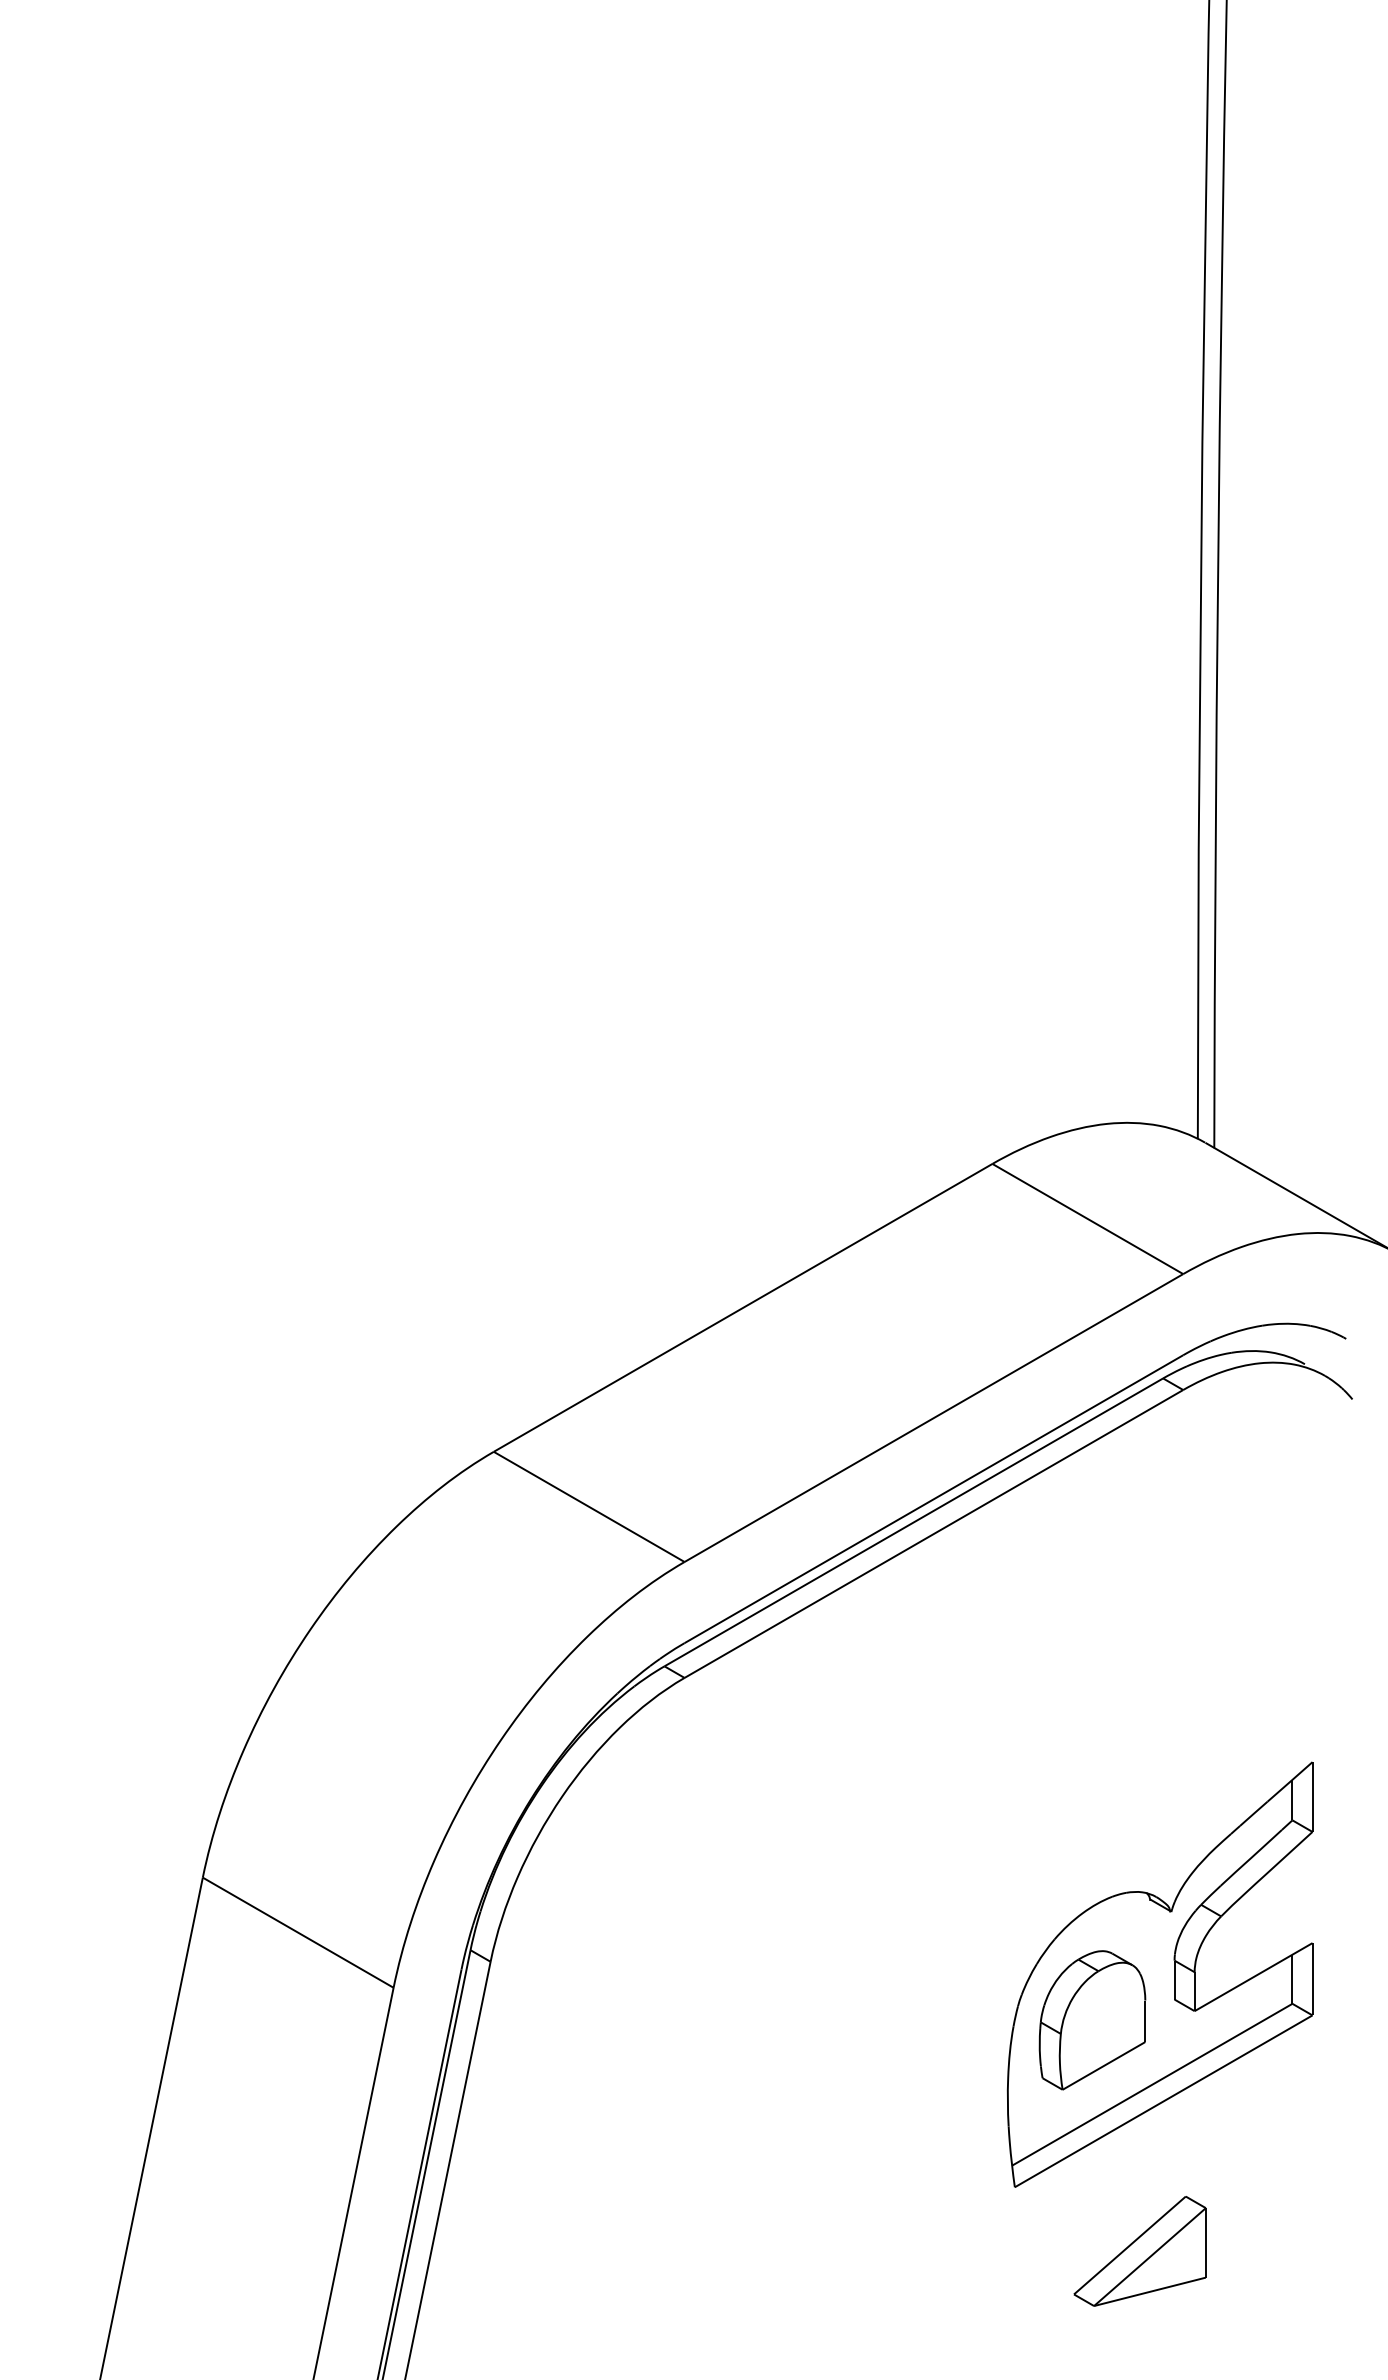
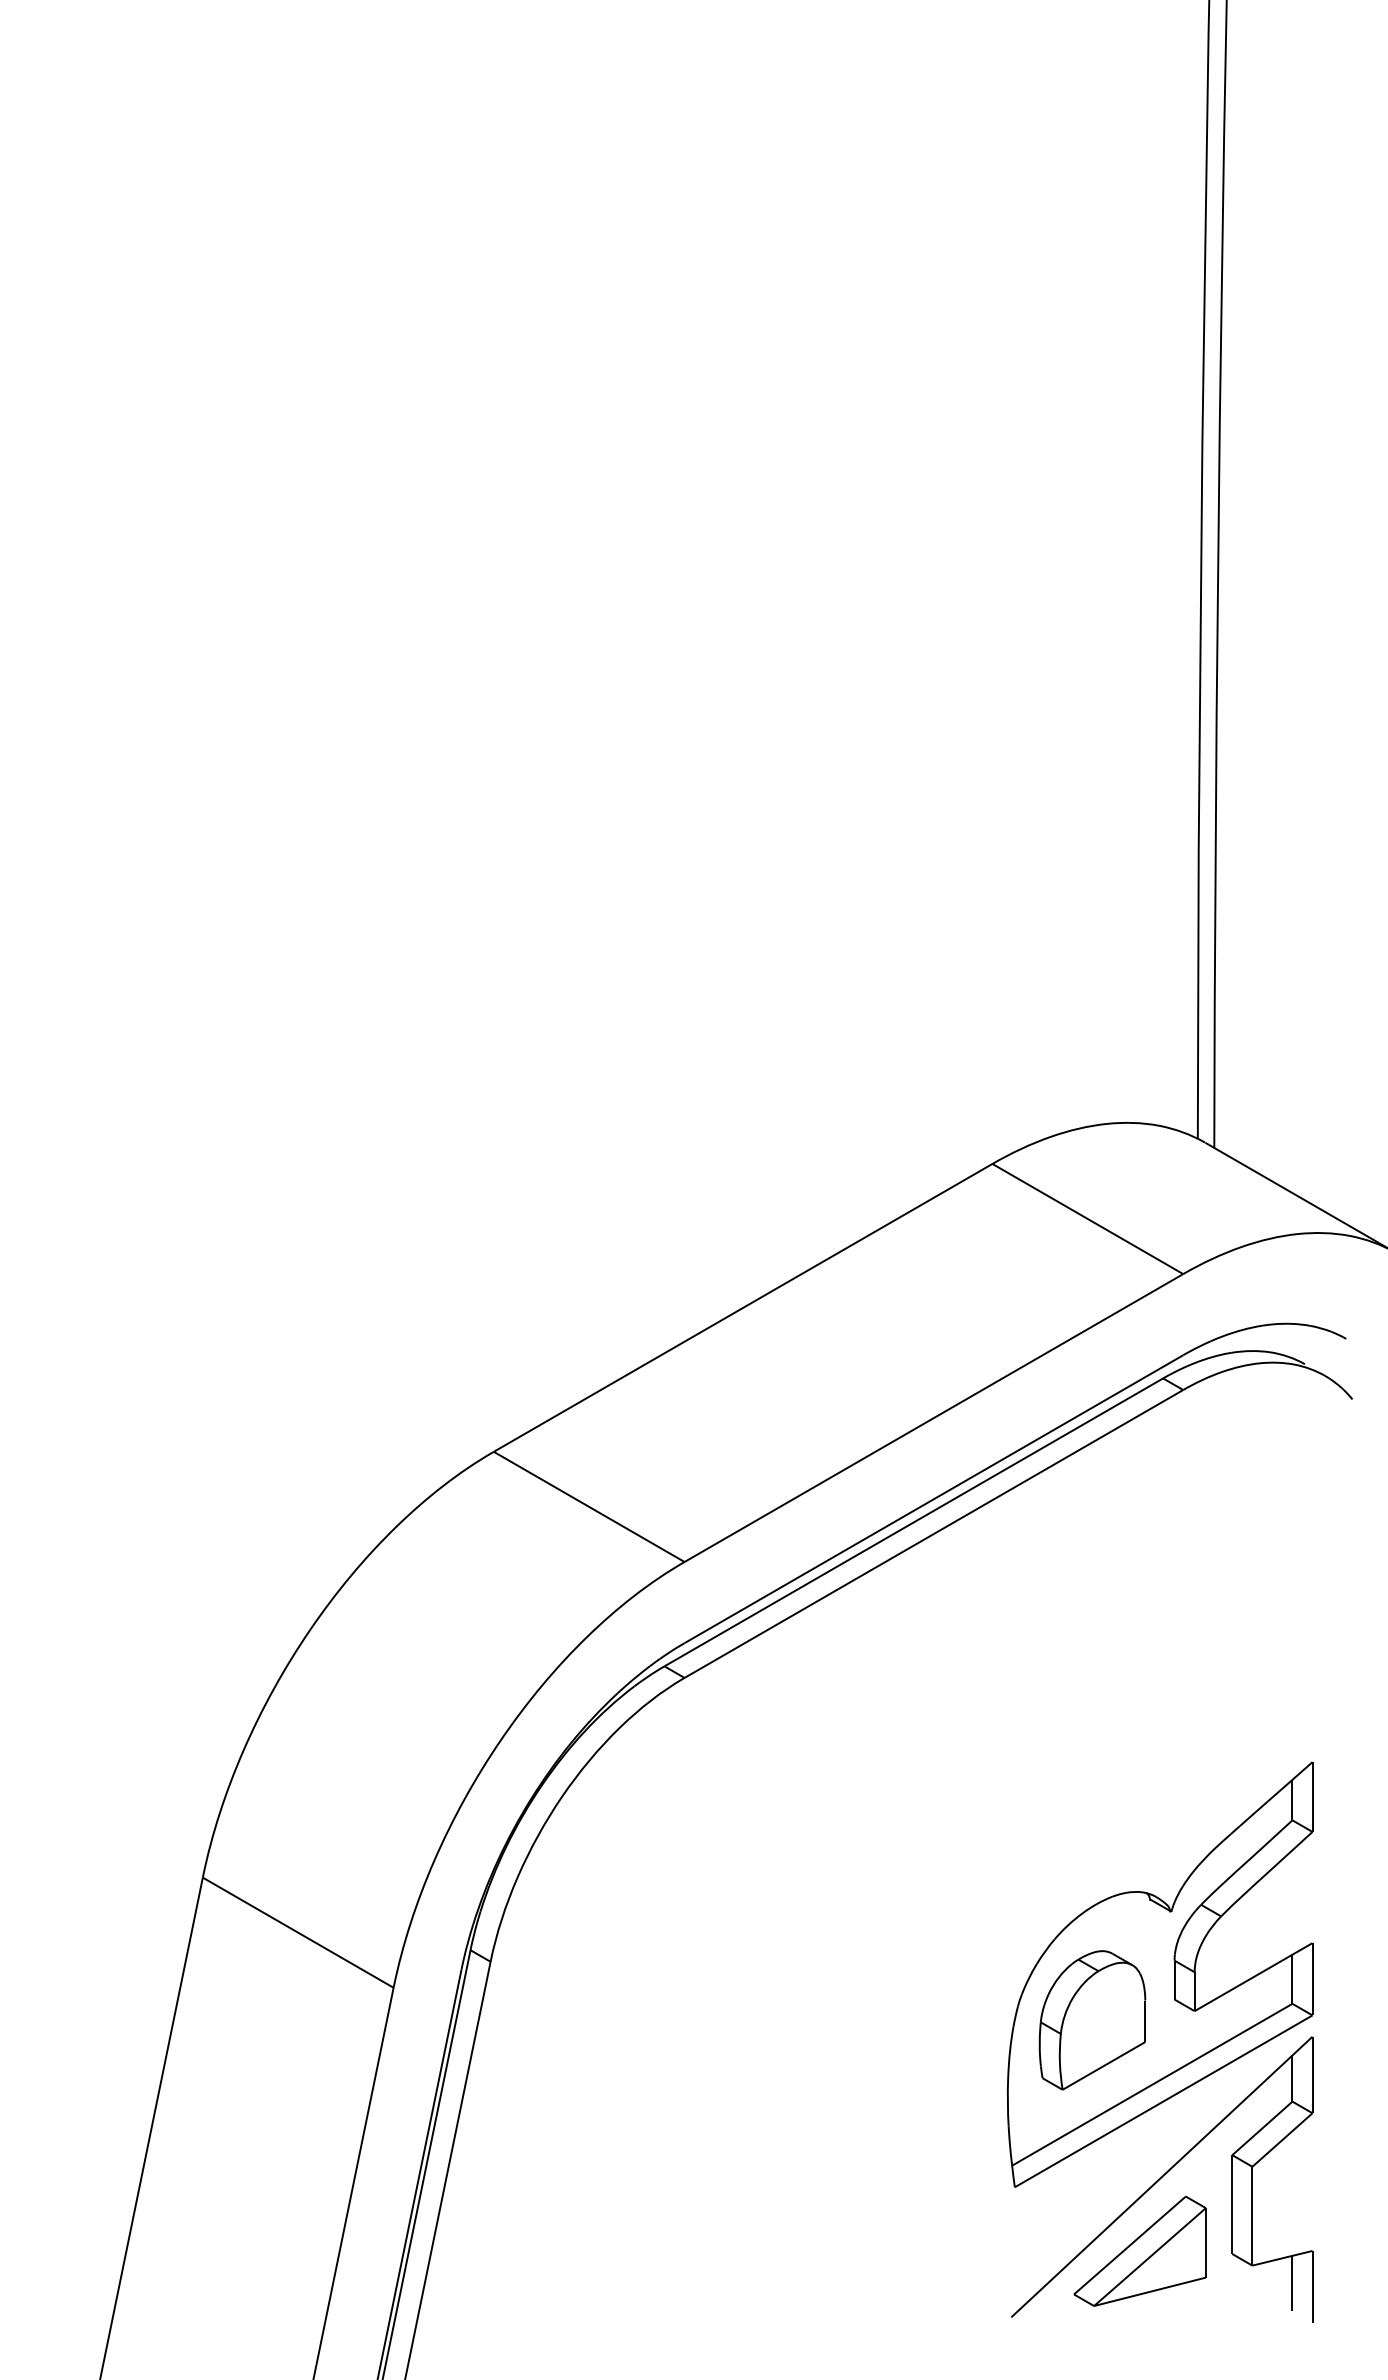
part at (1162, 2179): none -> present
